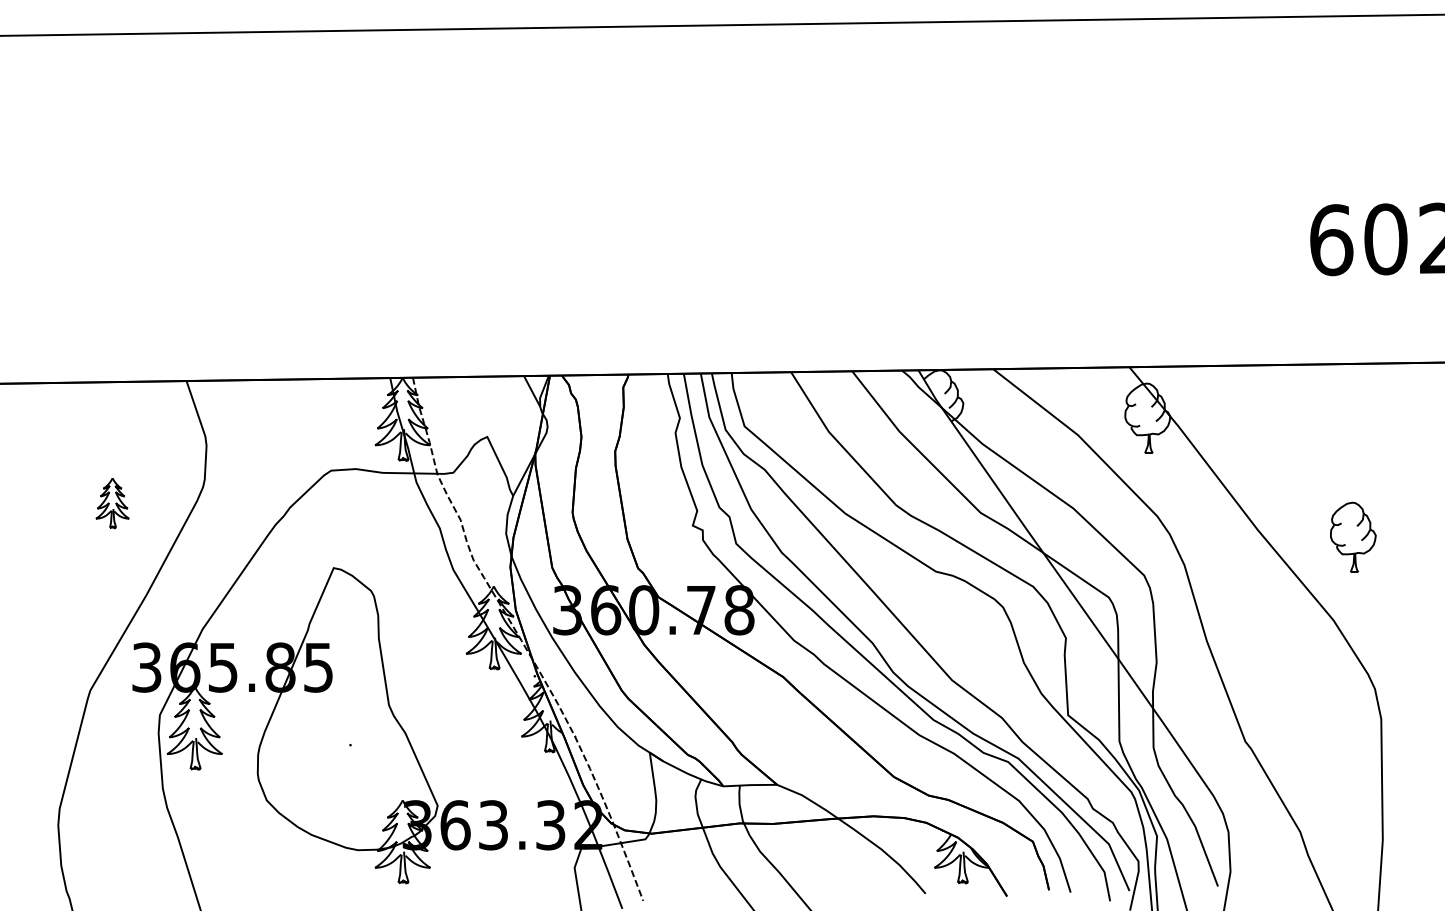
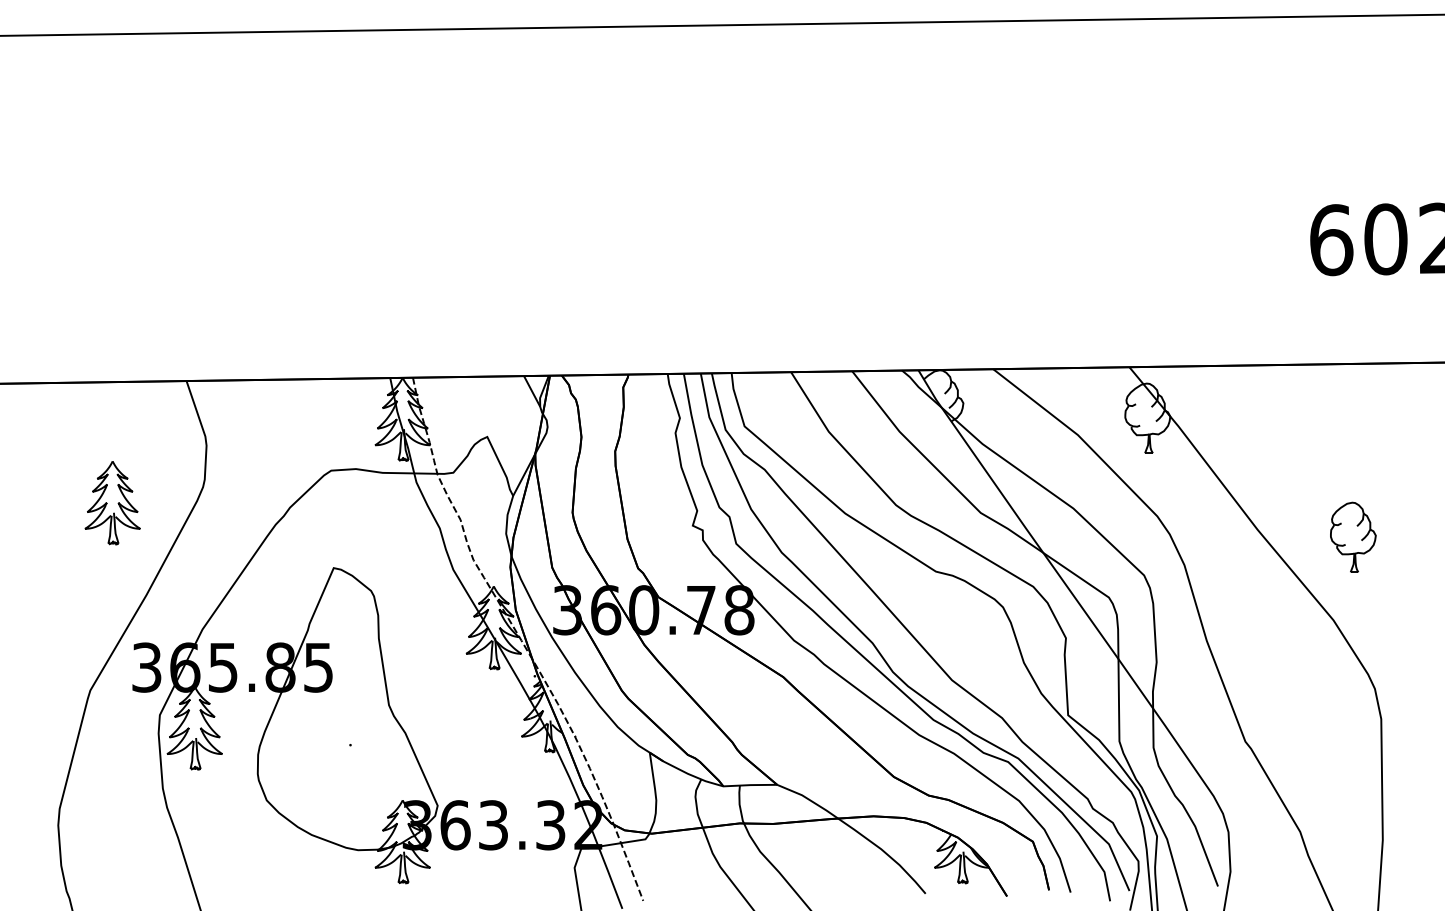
part at (112, 503) size: 35x52 px -> 57x85 px
